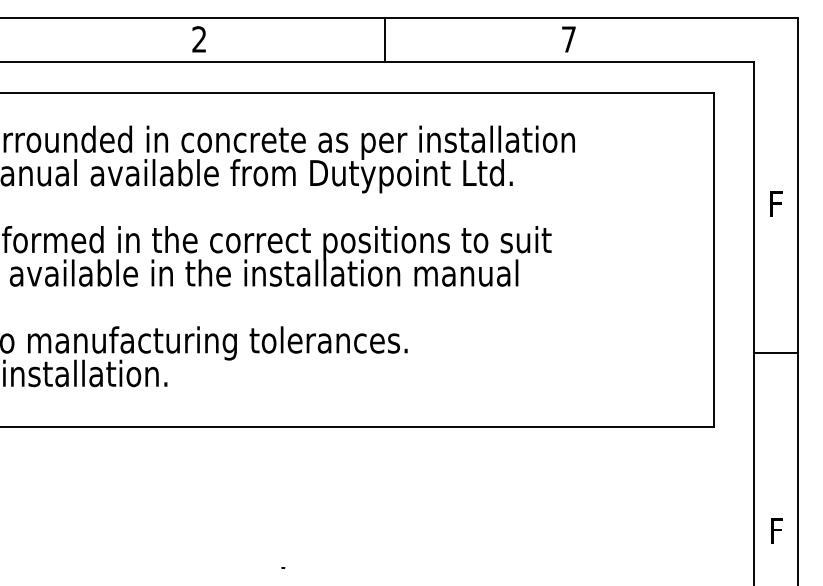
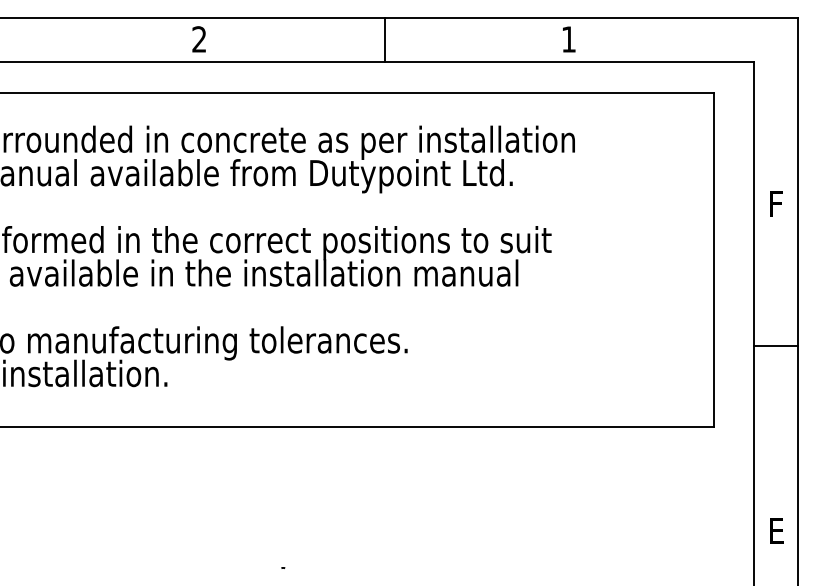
text at (568, 39): 7 -> 1
line at (775, 353) position: (775, 353) -> (775, 346)
text at (776, 530): F -> E
